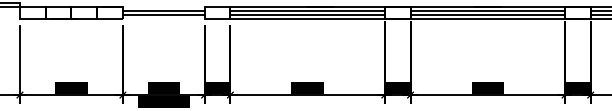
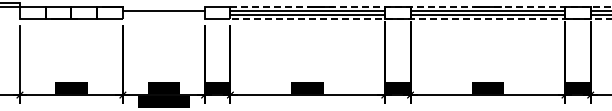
line at (421, 6): solid -> dashed
line at (163, 14): present -> none
line at (420, 19): solid -> dashed
